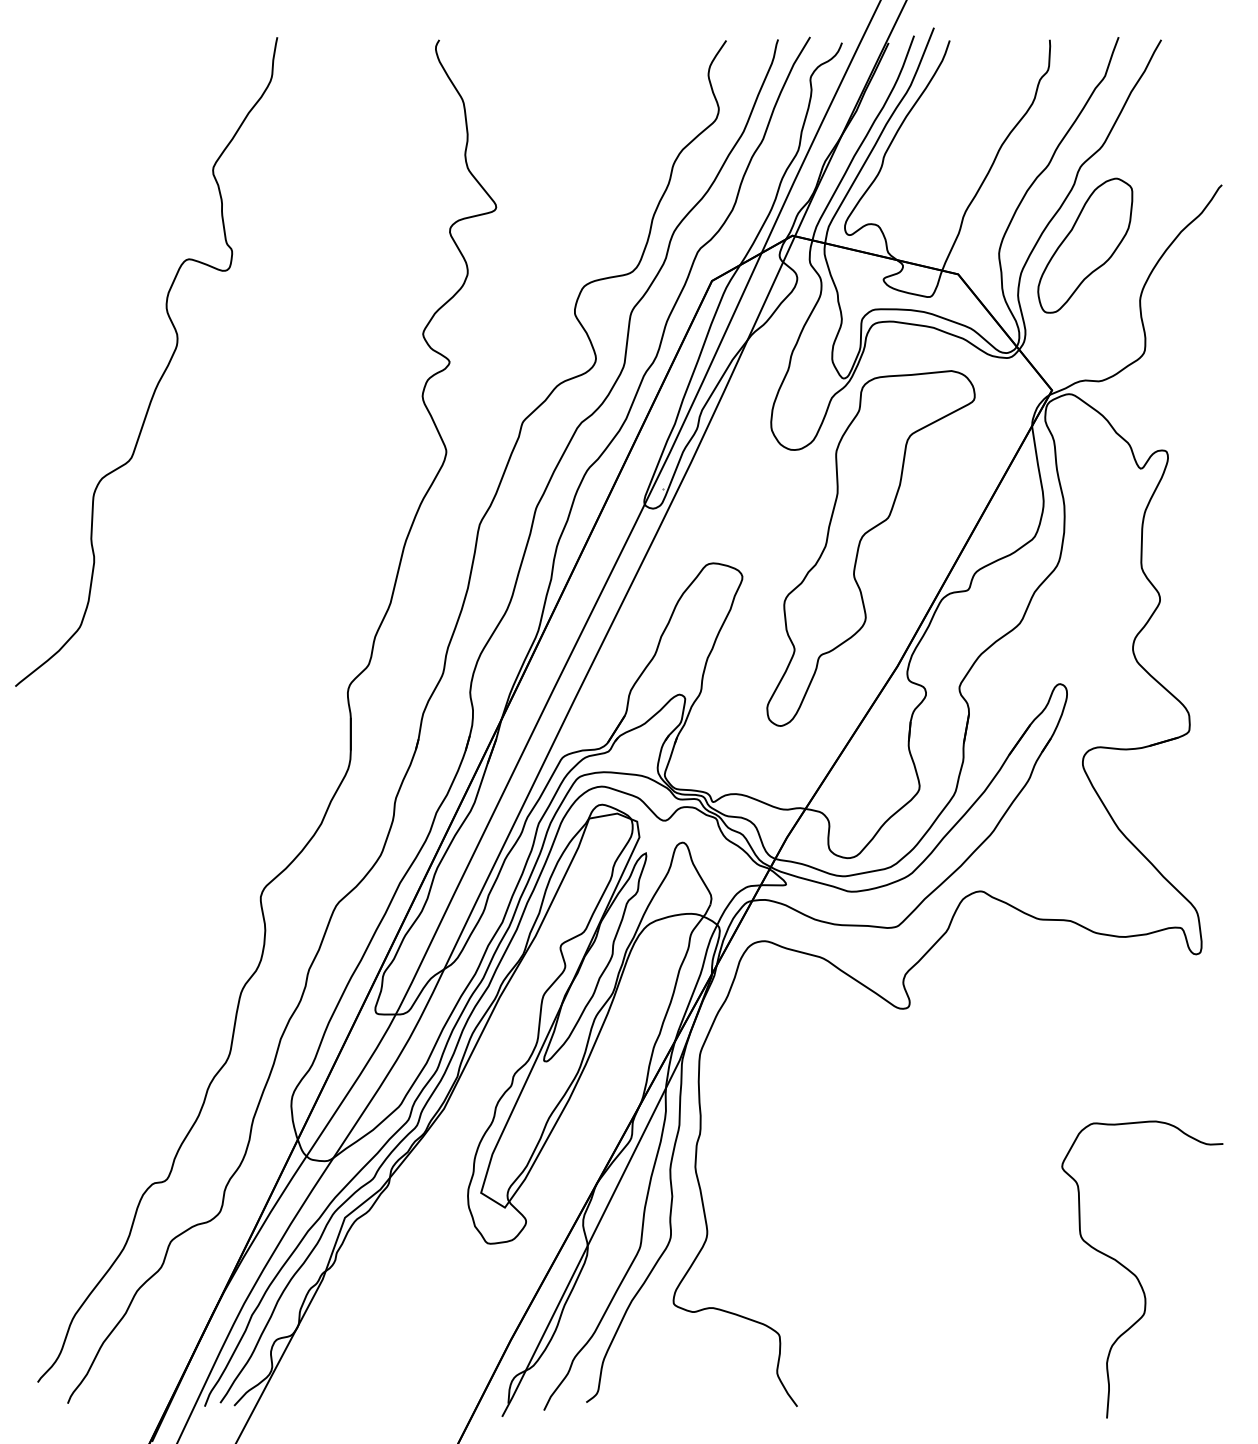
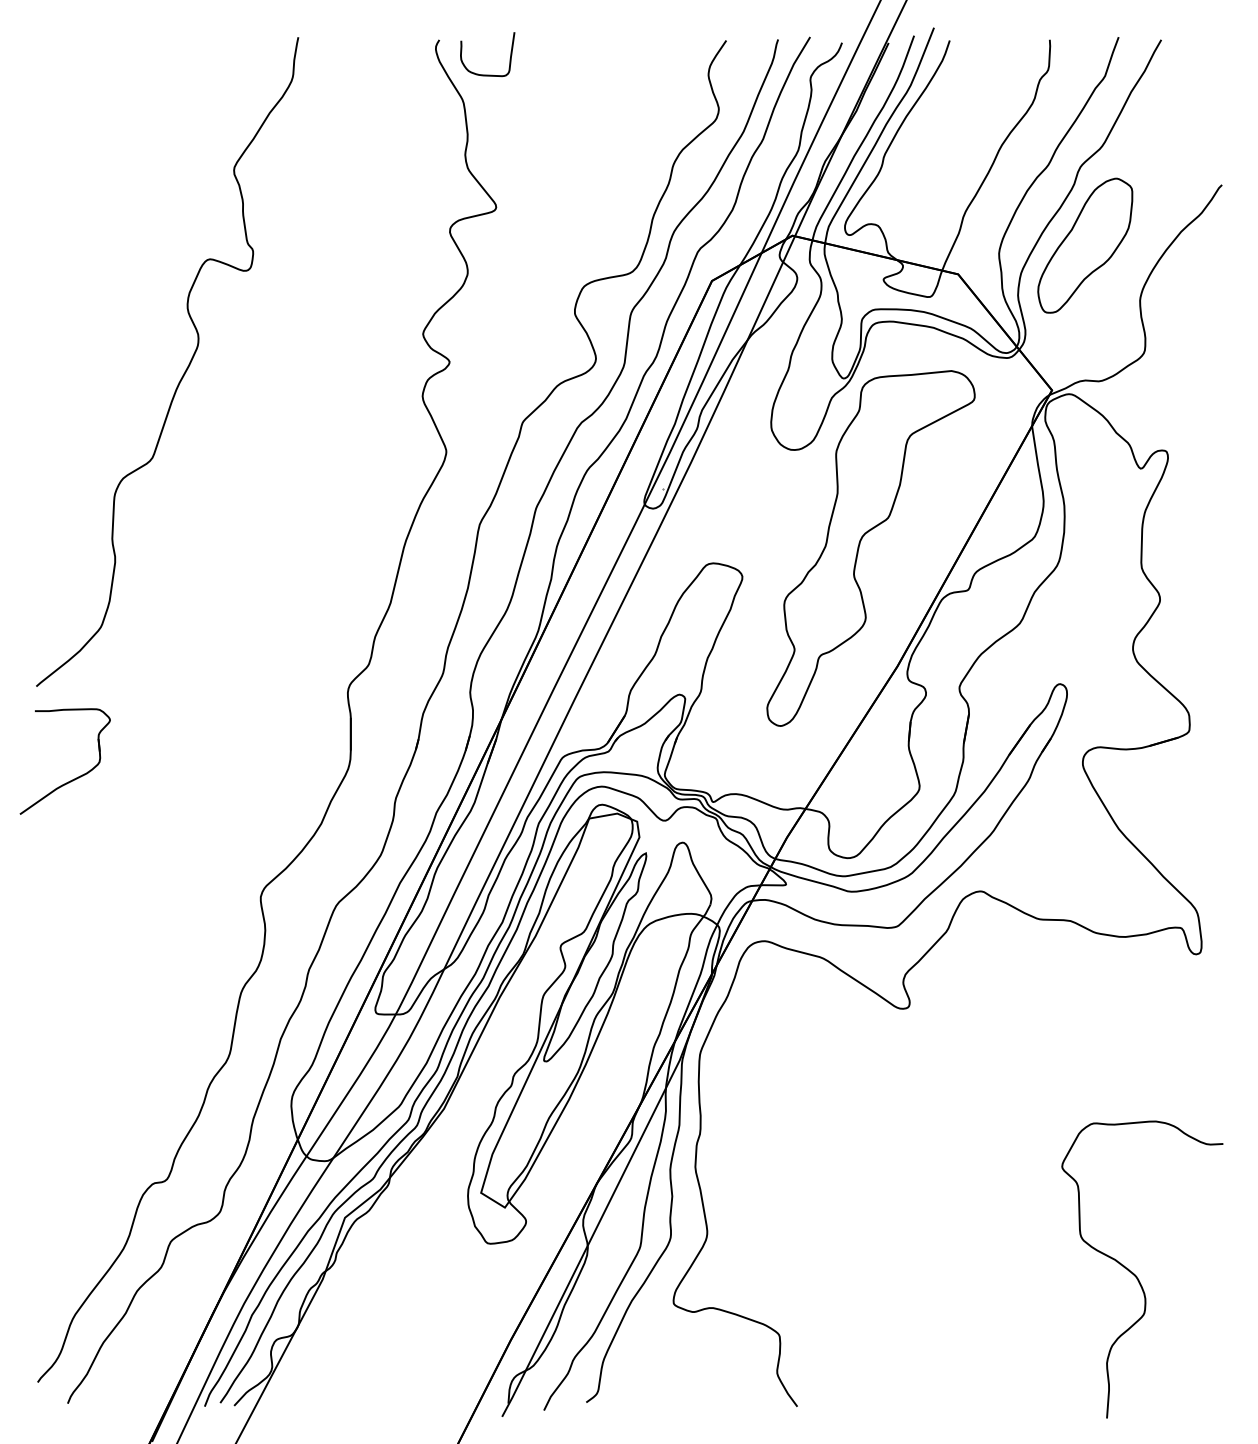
curve at (487, 74): none -> present
curve at (164, 369) position: (164, 369) -> (185, 369)
part at (72, 779): none -> present
